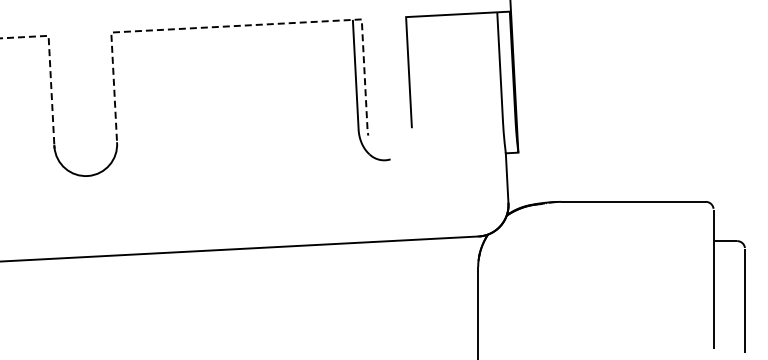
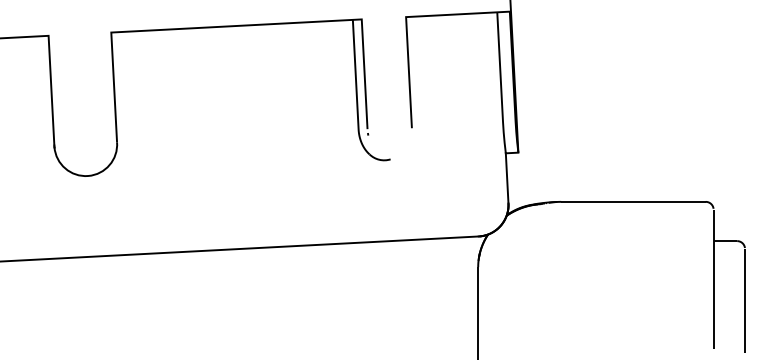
line at (236, 26): dashed -> solid
line at (50, 66): dashed -> solid
